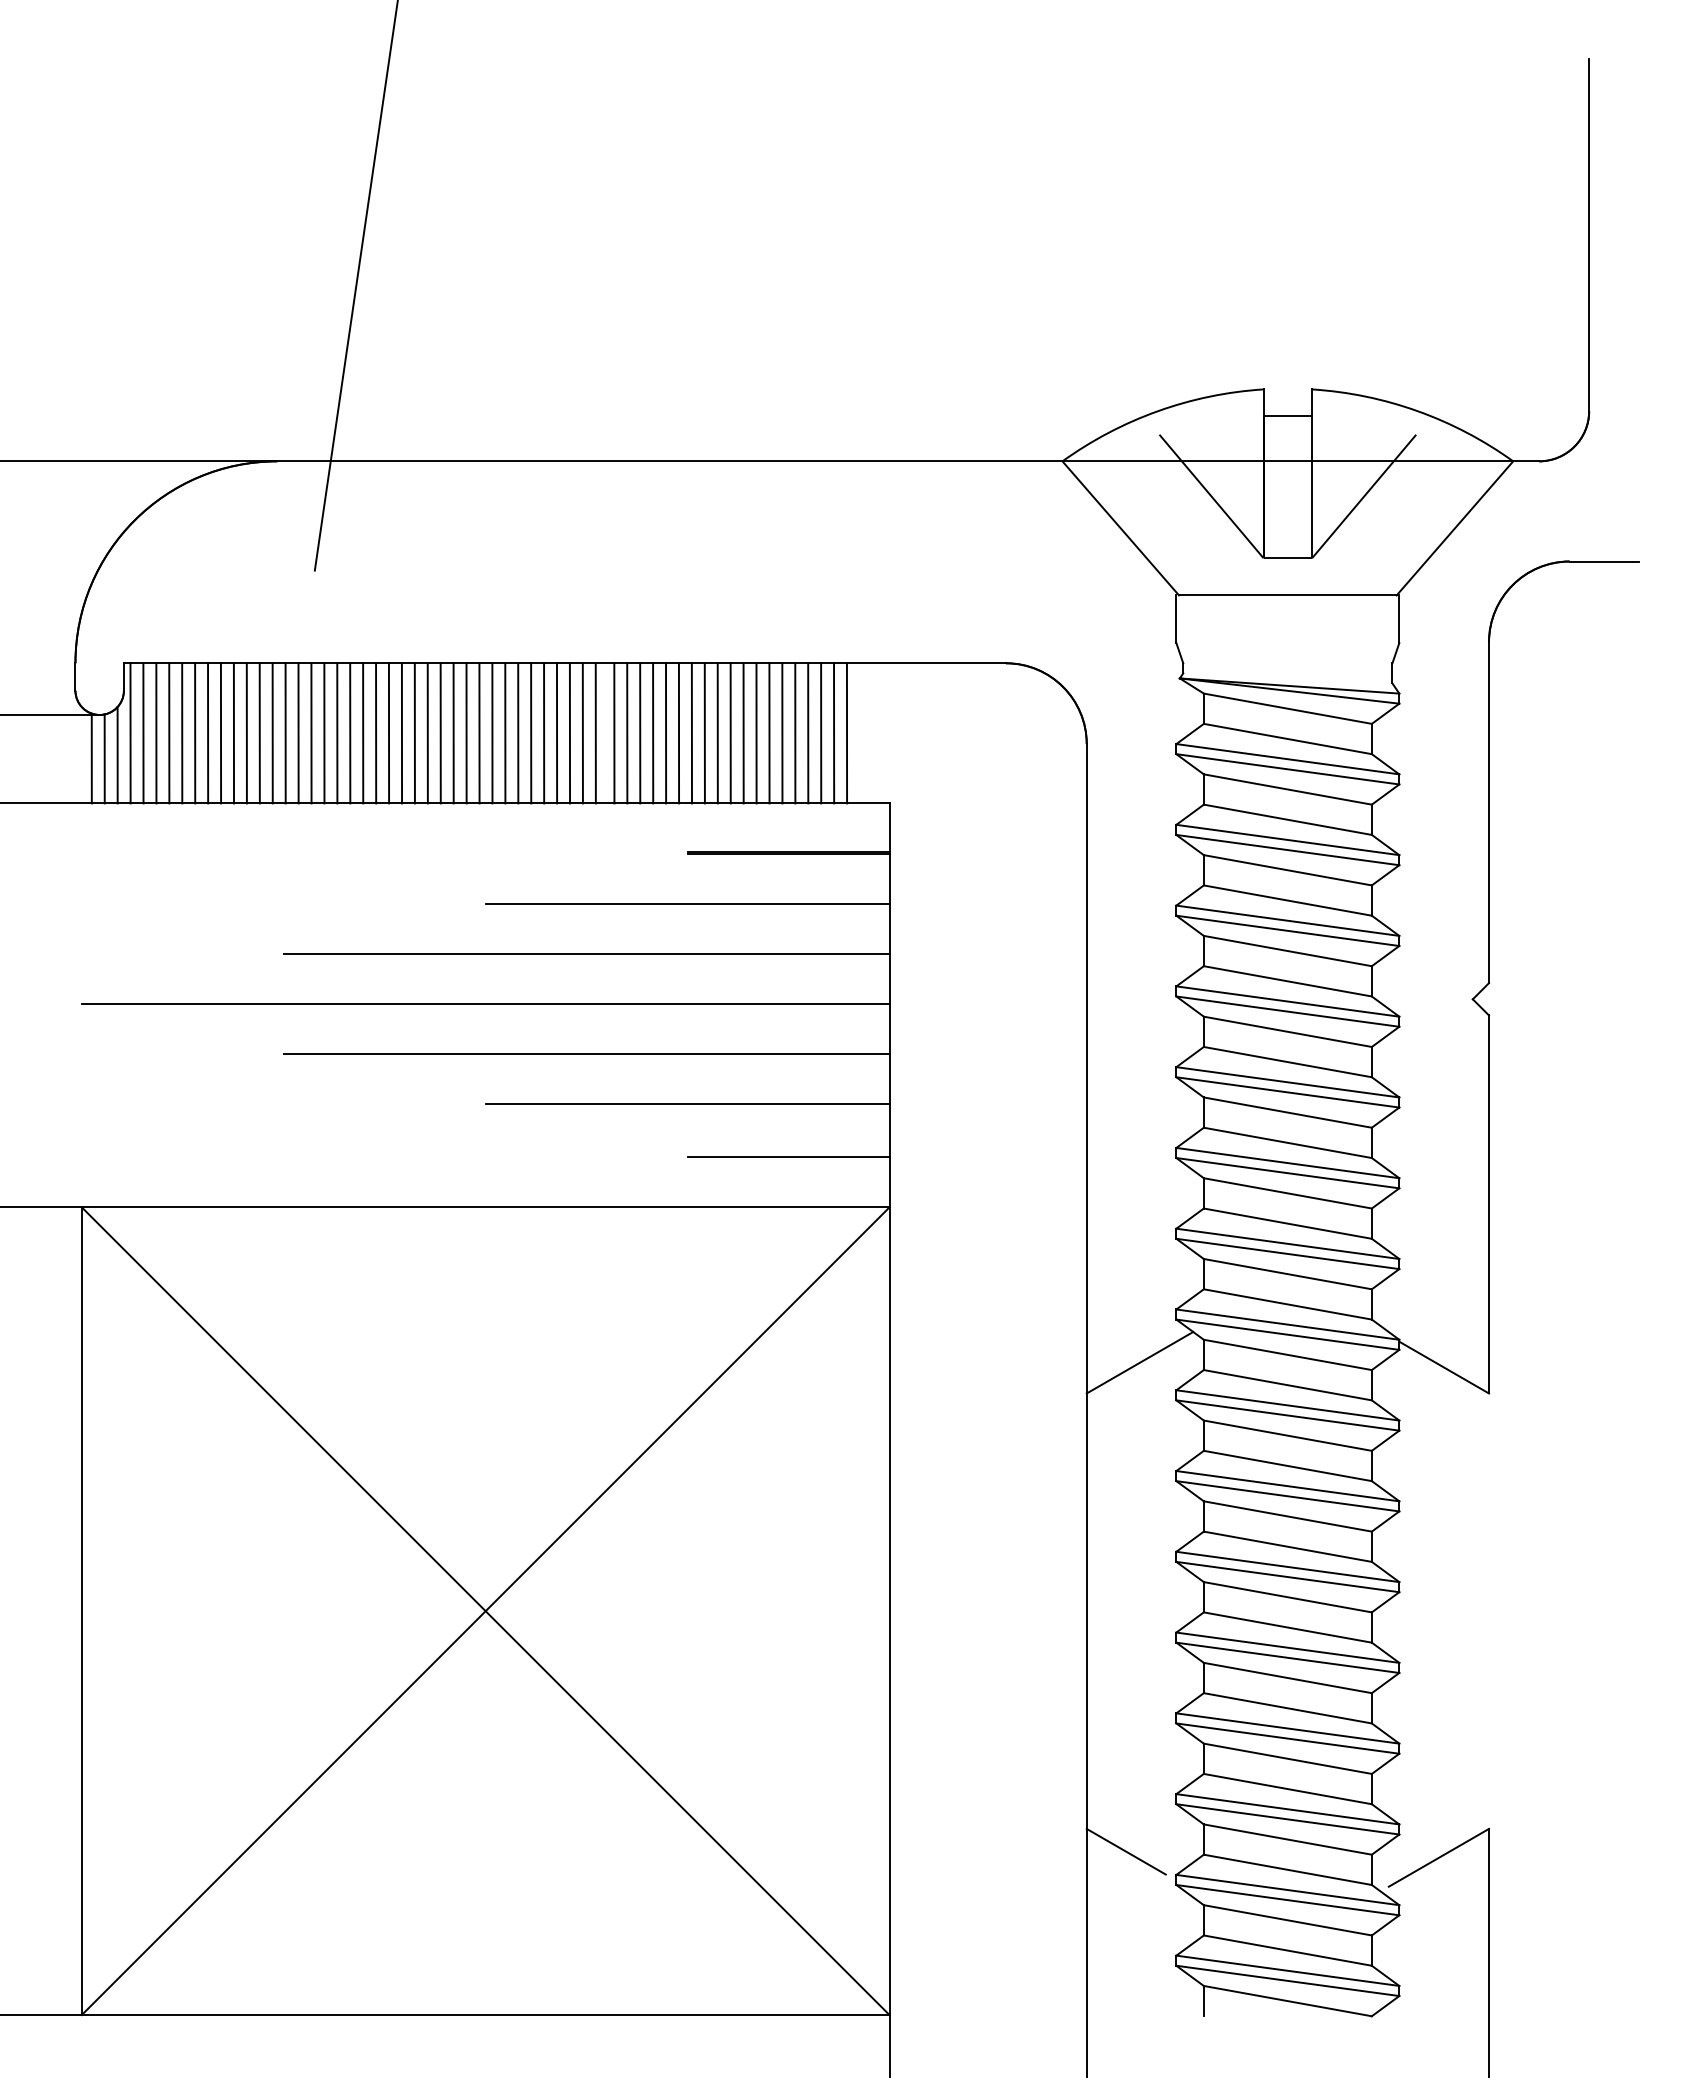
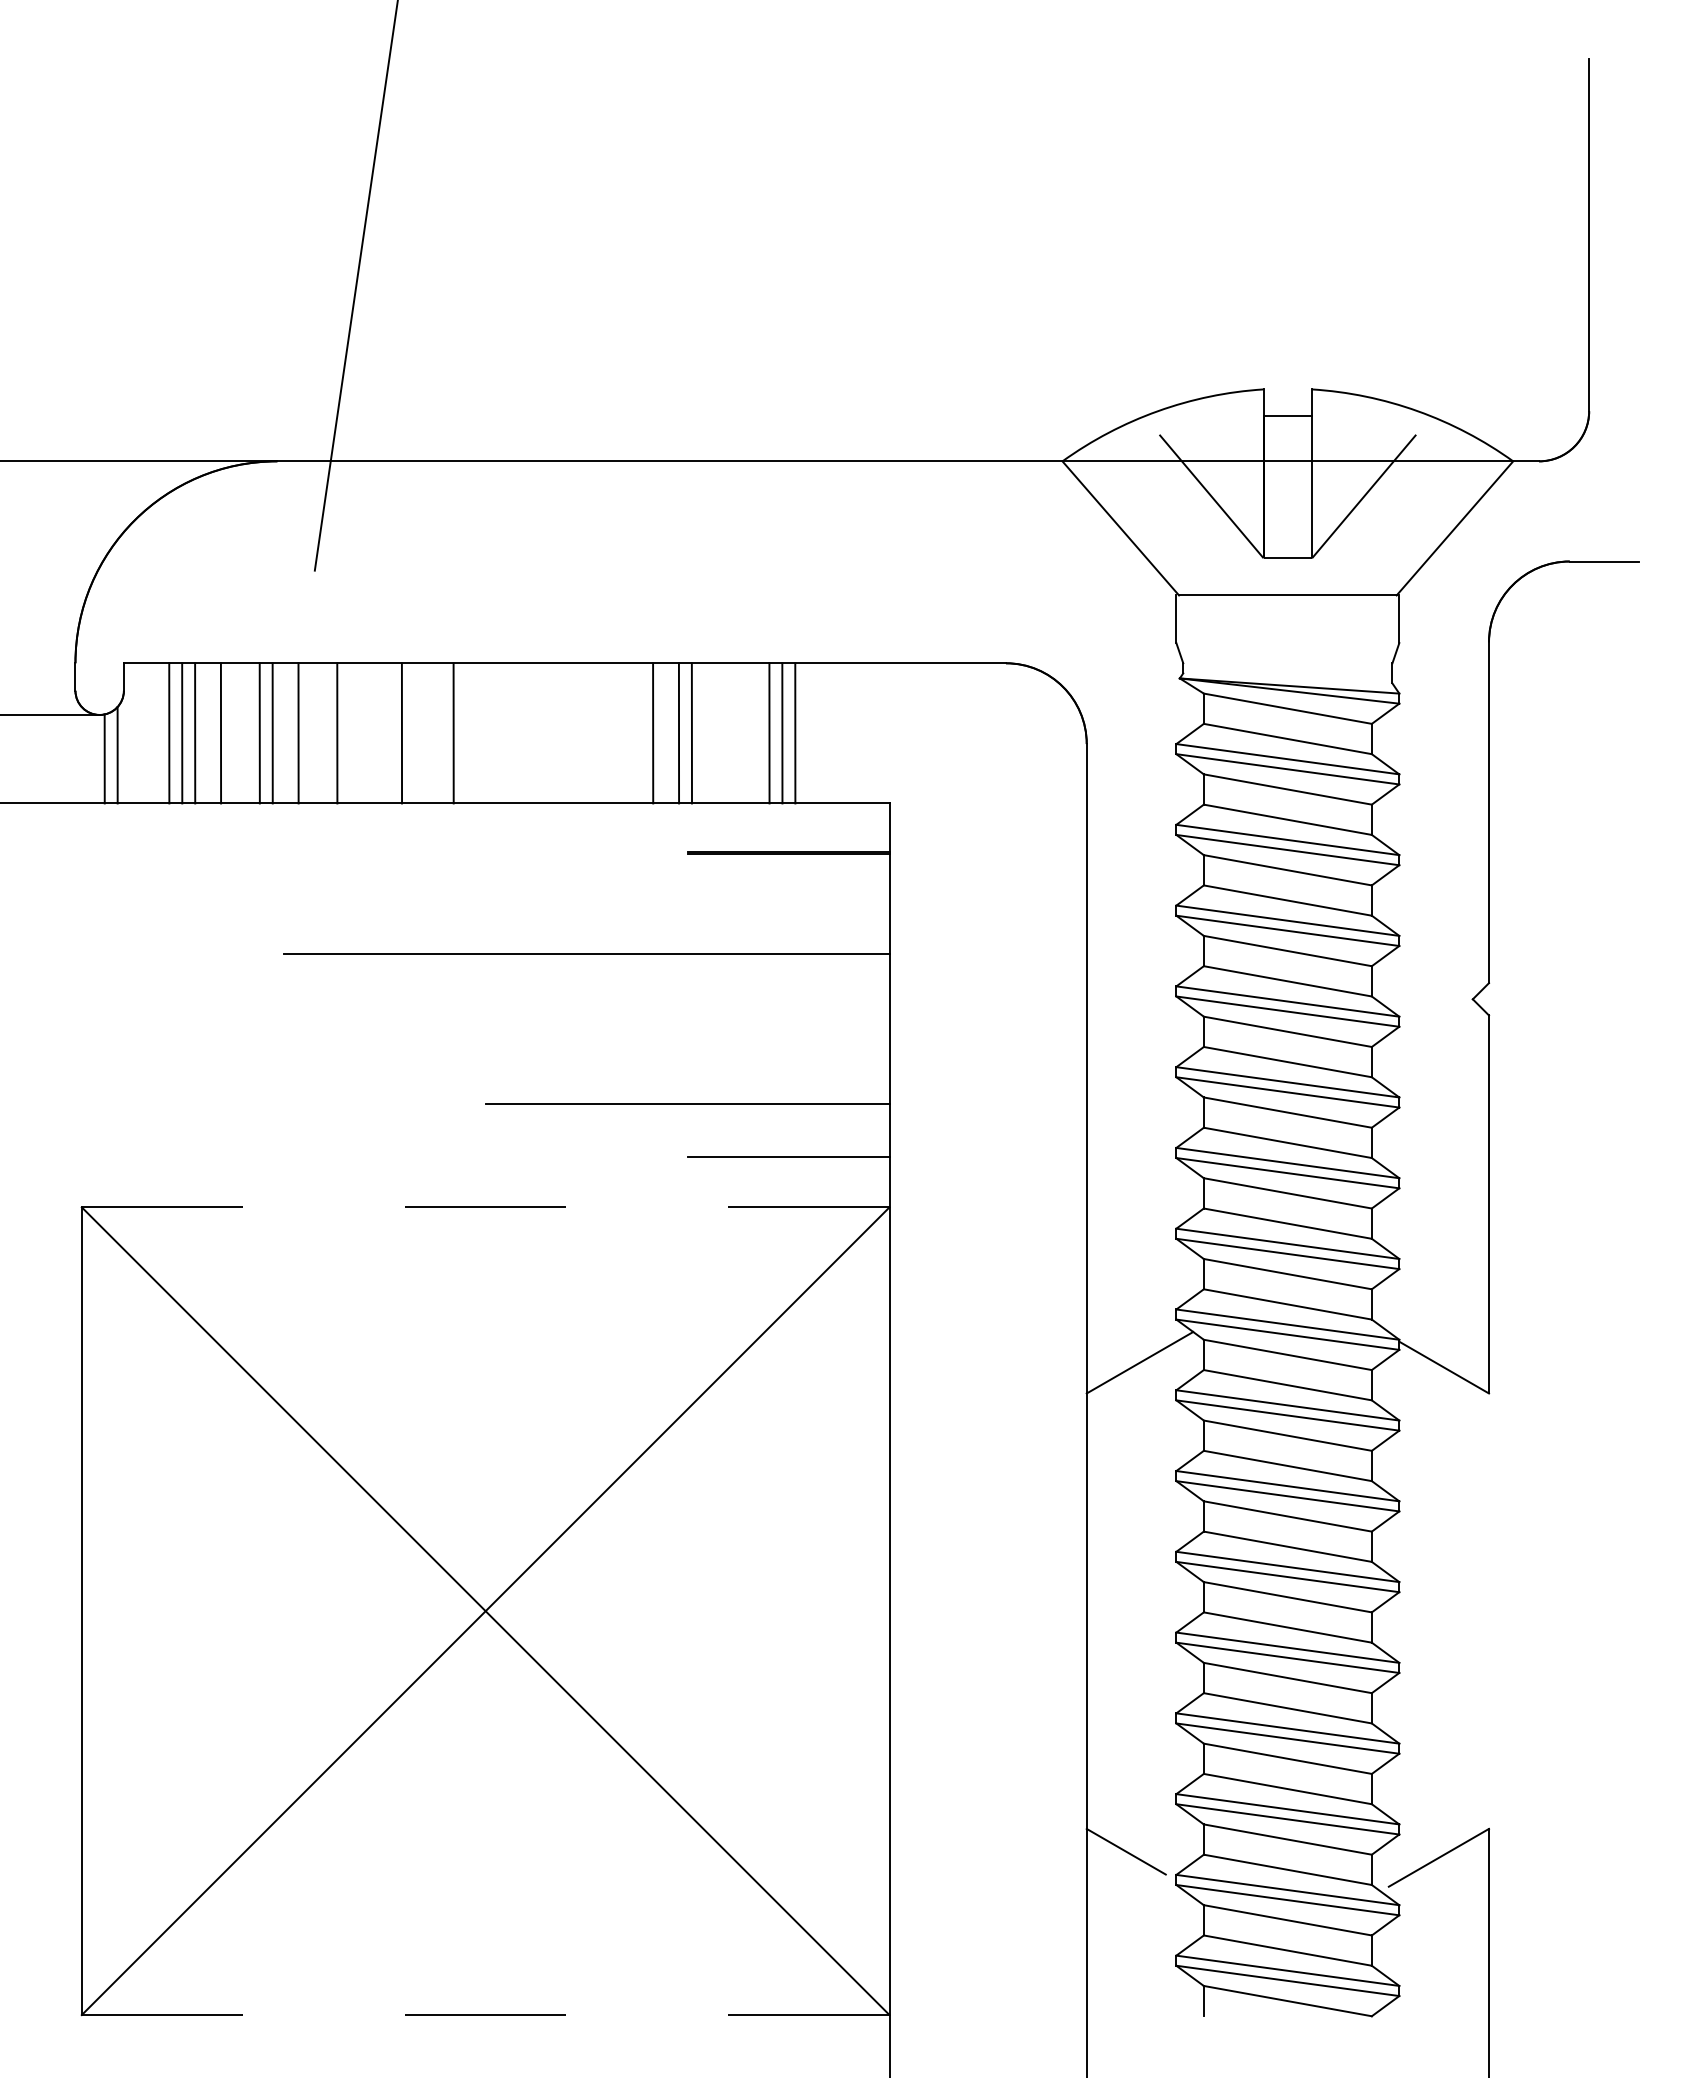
line at (130, 733): present -> none
line at (143, 733): present -> none
line at (156, 733): present -> none
line at (208, 733): present -> none
line at (233, 733): present -> none
line at (246, 733): present -> none
line at (285, 733): present -> none
line at (311, 733): present -> none
line at (324, 733): present -> none
line at (350, 733): present -> none
line at (363, 733): present -> none
line at (376, 733): present -> none
line at (388, 733): present -> none
line at (414, 733): present -> none
line at (427, 733): present -> none
line at (440, 733): present -> none
line at (466, 733): present -> none
line at (479, 733): present -> none
line at (492, 733): present -> none
line at (505, 733): present -> none
line at (518, 733): present -> none
line at (531, 733): present -> none
line at (544, 733): present -> none
line at (556, 733): present -> none
line at (569, 733): present -> none
line at (582, 733): present -> none
line at (595, 733): present -> none
line at (614, 733): present -> none
line at (627, 733): present -> none
line at (640, 733): present -> none
line at (666, 733): present -> none
line at (704, 733): present -> none
line at (717, 733): present -> none
line at (730, 733): present -> none
line at (743, 733): present -> none
line at (756, 733): present -> none
line at (808, 733): present -> none
line at (821, 733): present -> none
line at (834, 733): present -> none
line at (846, 733): present -> none
line at (91, 758): present -> none
line at (687, 903): present -> none
line at (485, 1003): present -> none
line at (586, 1053): present -> none
line at (444, 1207): solid -> dashed
line at (444, 2015): solid -> dashed
